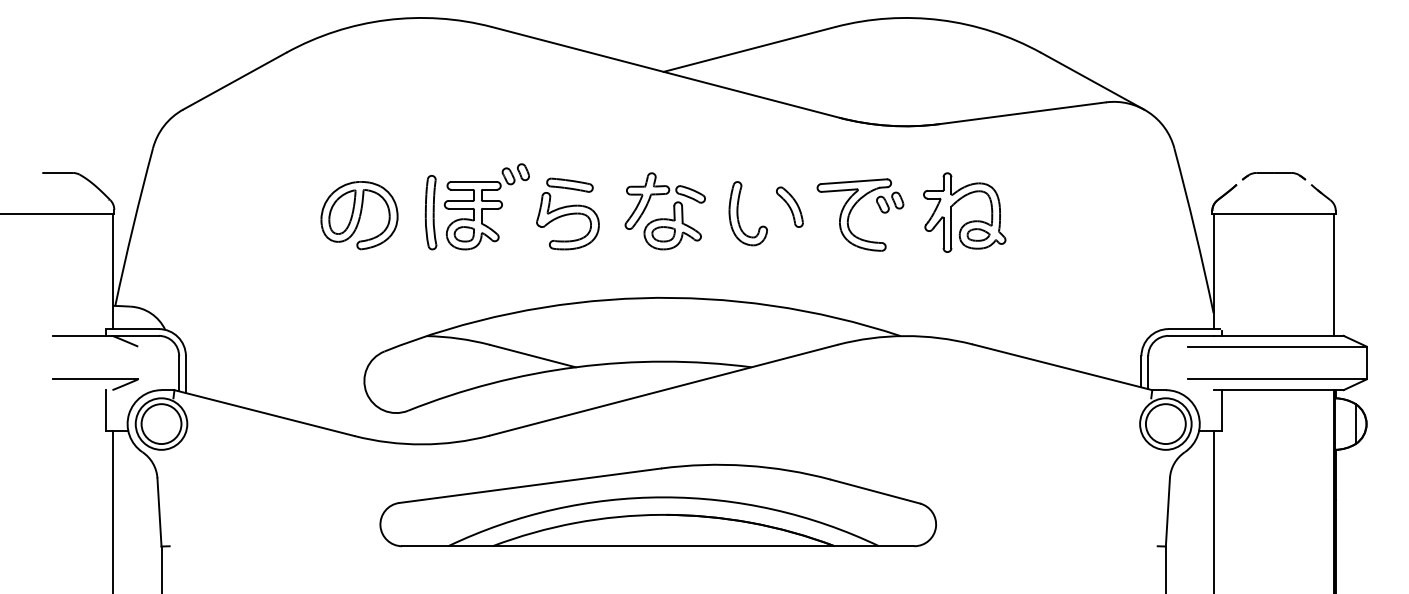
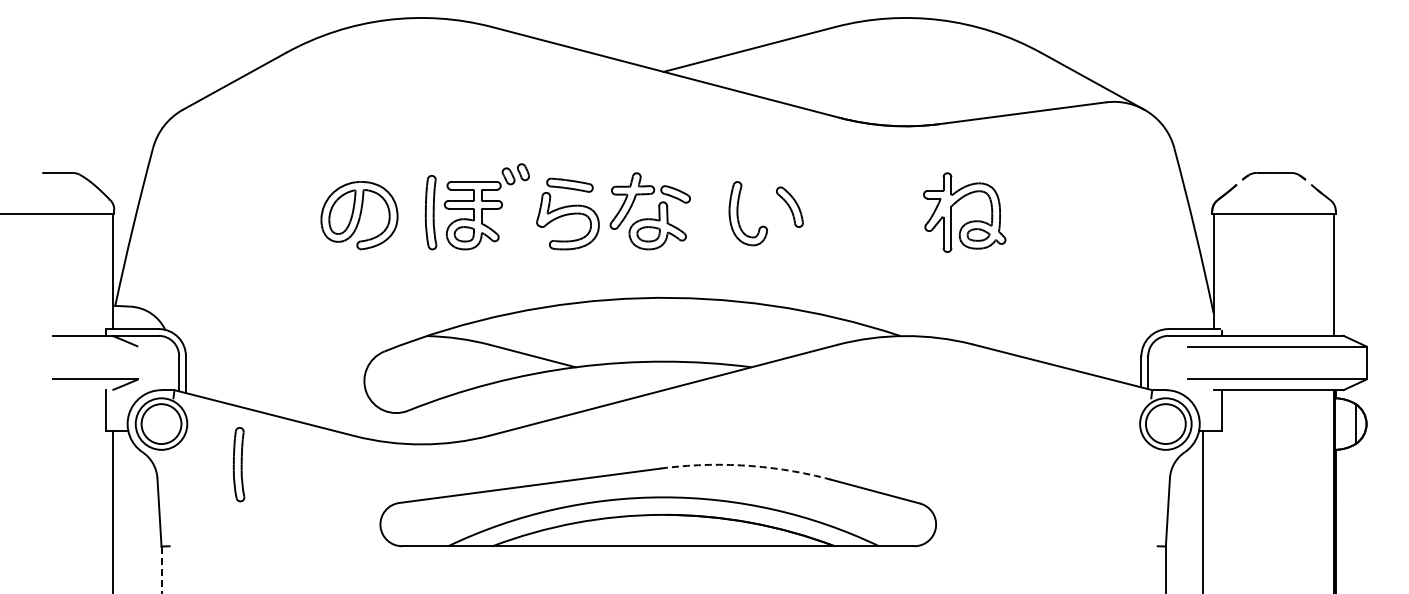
part at (853, 208): present -> none
part at (664, 218) position: (664, 218) -> (649, 218)
part at (238, 464): none -> present
arc at (746, 465): solid -> dashed
line at (1213, 510) position: (1213, 510) -> (1202, 510)
line at (161, 570): solid -> dashed
